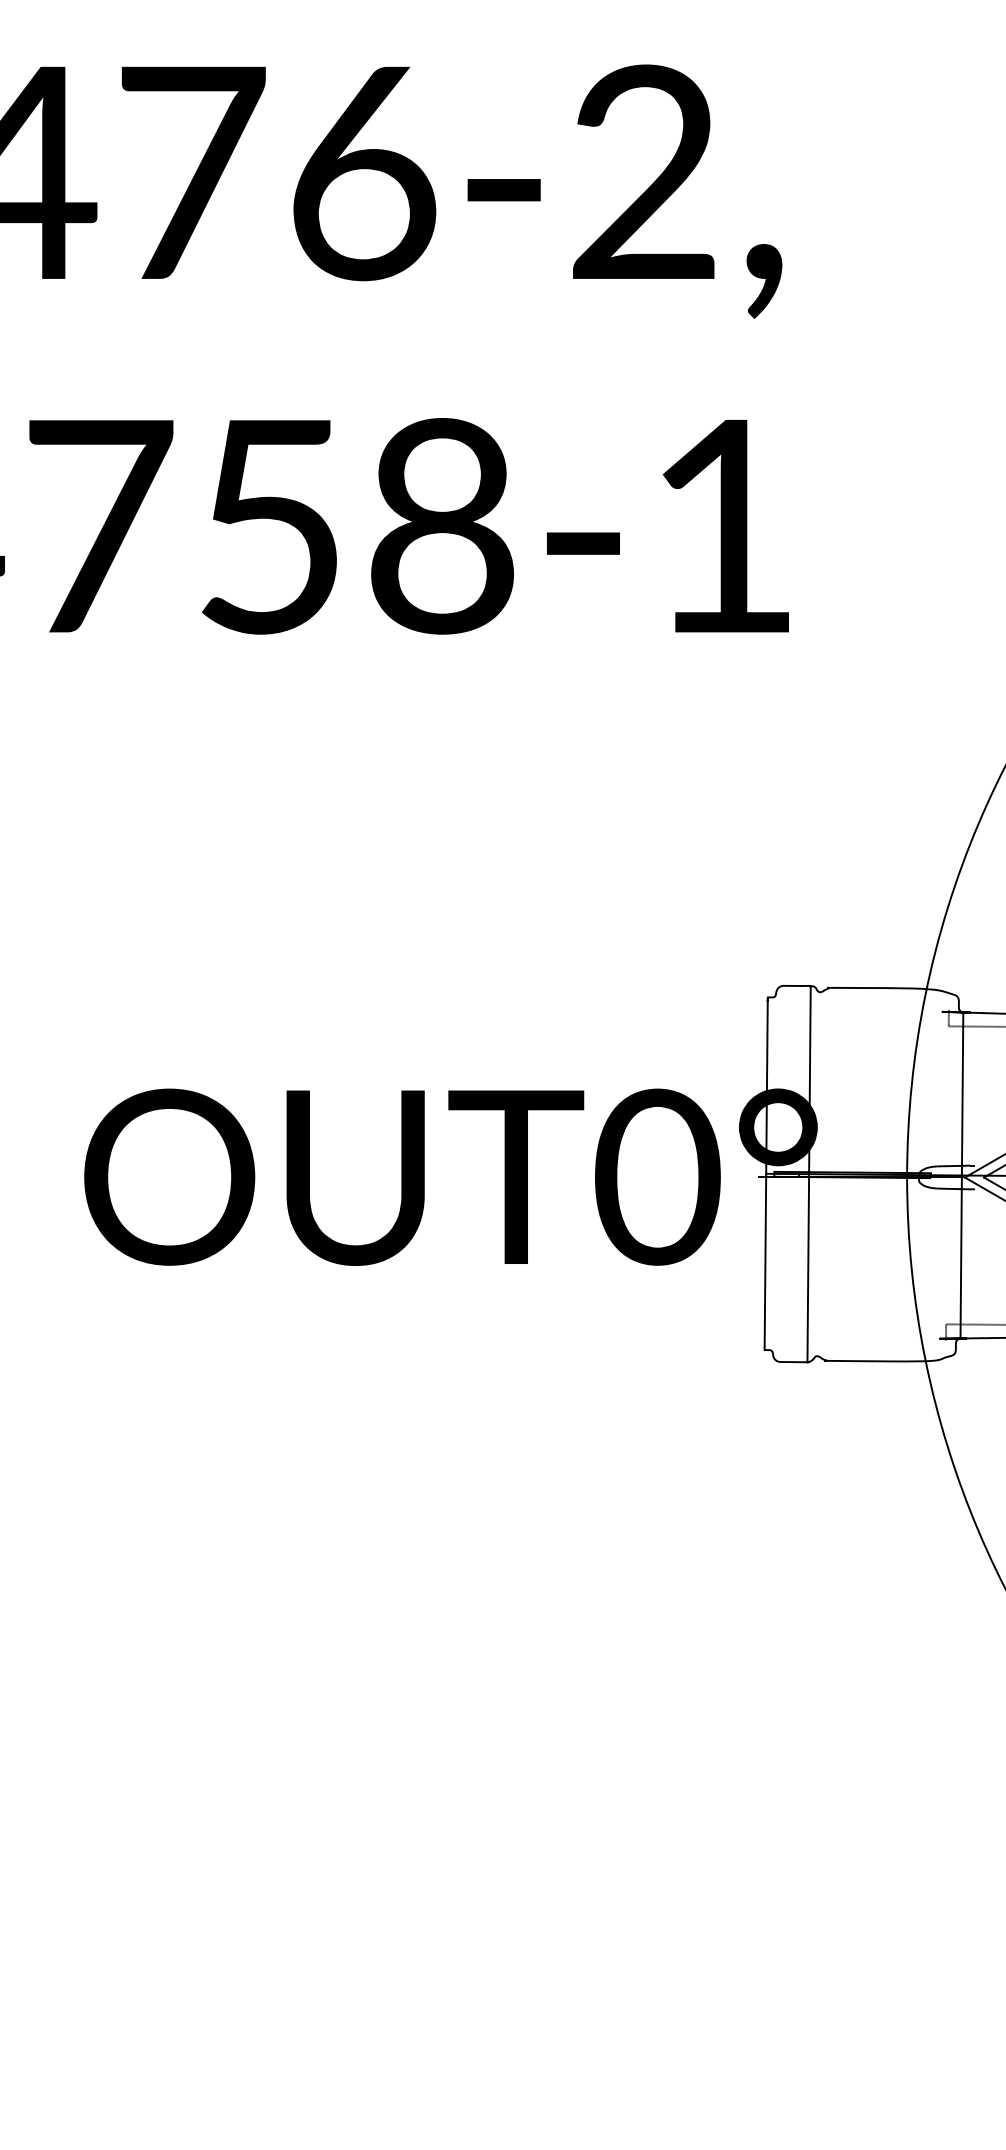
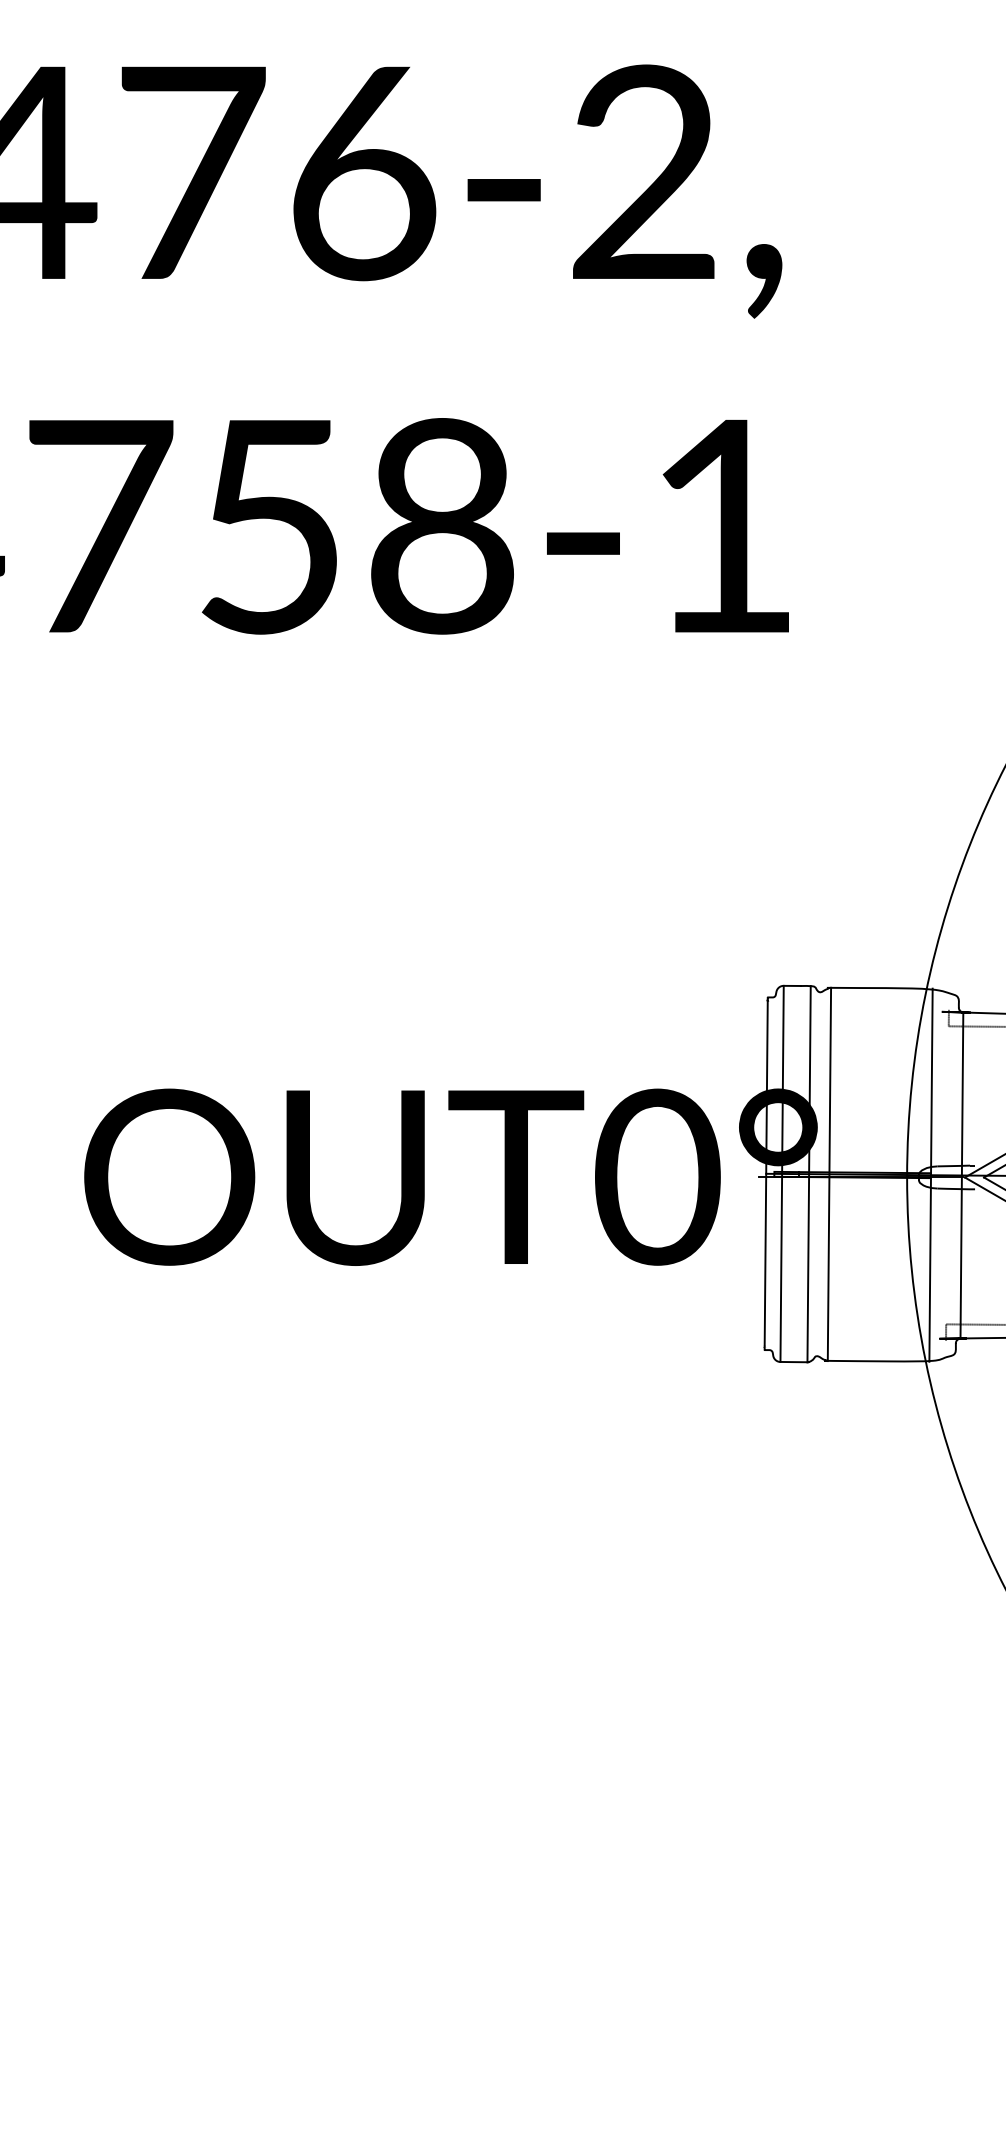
line at (781, 1173): none -> present
line at (829, 1174): none -> present
line at (930, 1174): none -> present
